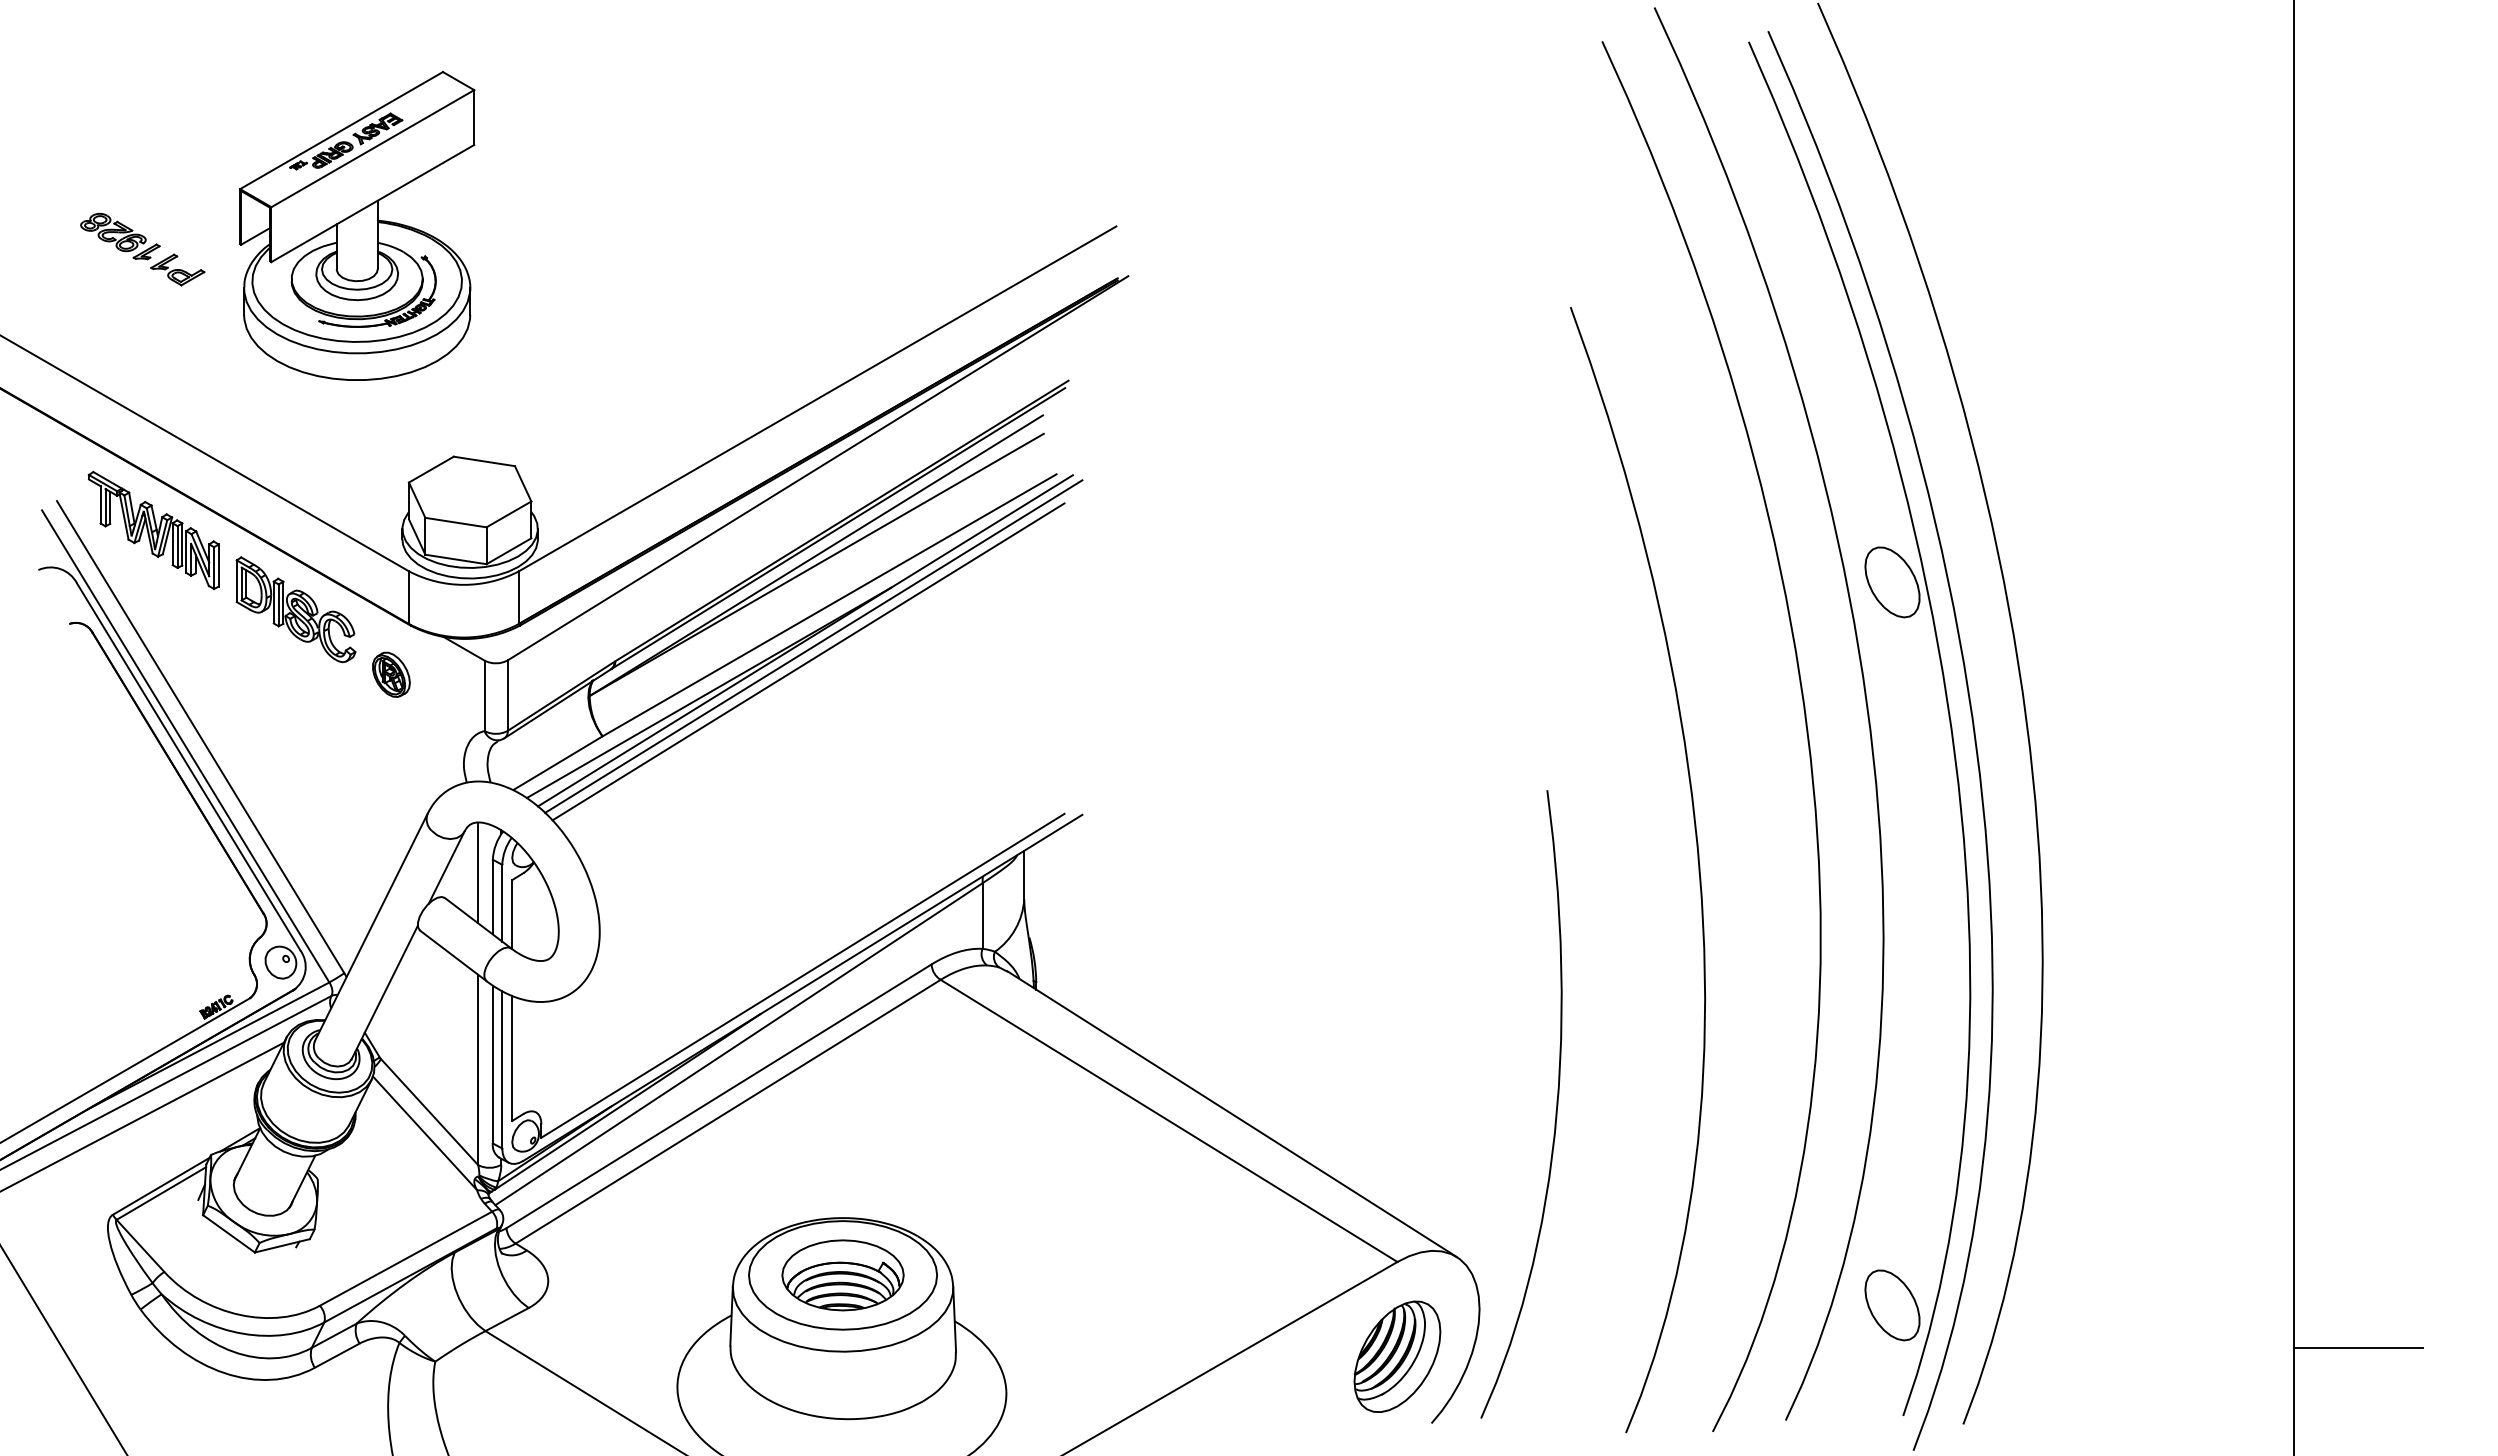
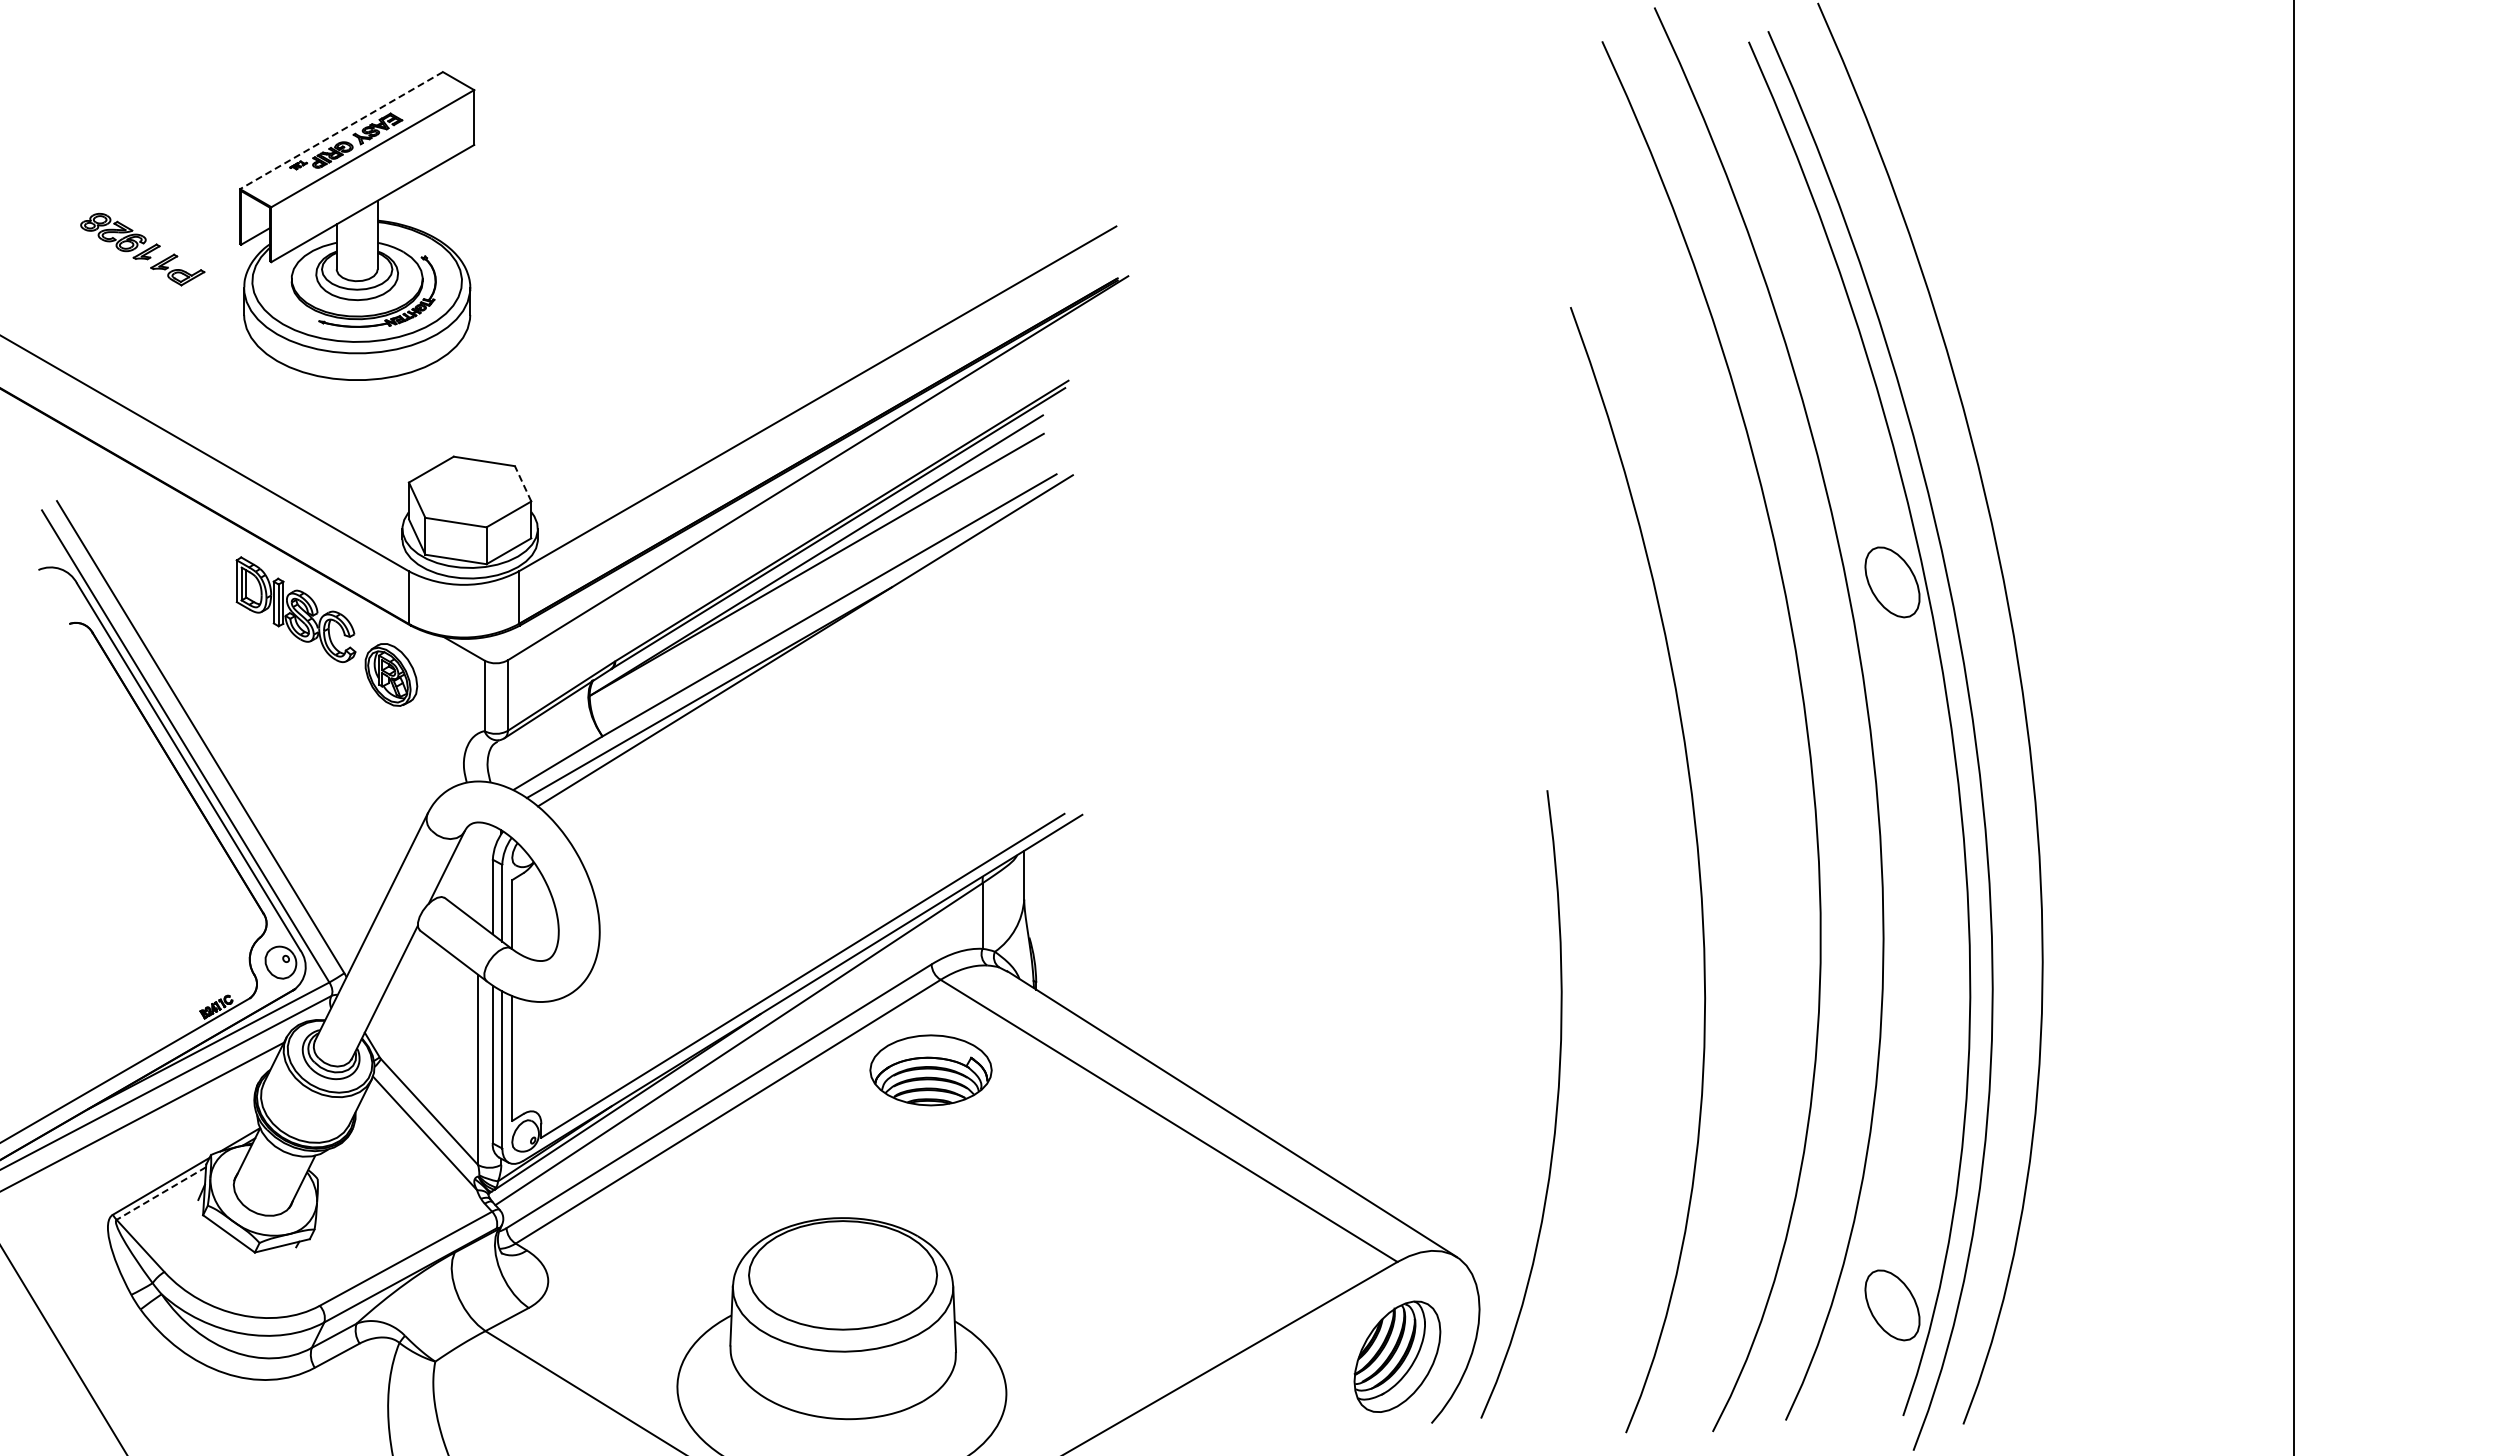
line at (341, 130): solid -> dashed
line at (522, 483): solid -> dashed
part at (153, 529): present -> none
line at (813, 646): present -> none
line at (808, 661): present -> none
part at (391, 674) size: 39x47 px -> 55x64 px
line at (478, 872): present -> none
line at (161, 1193): solid -> dashed
part at (842, 1275) position: (842, 1275) -> (930, 1070)
line at (2358, 1347): present -> none
